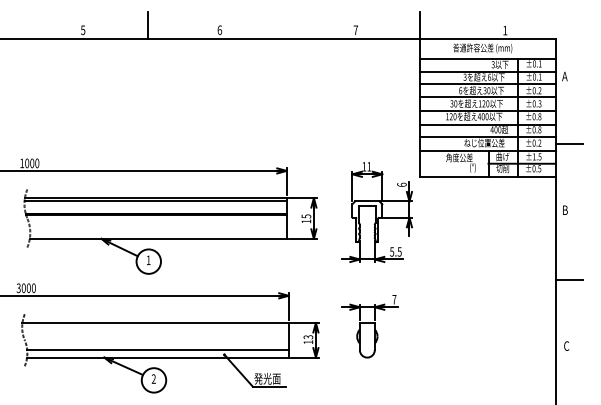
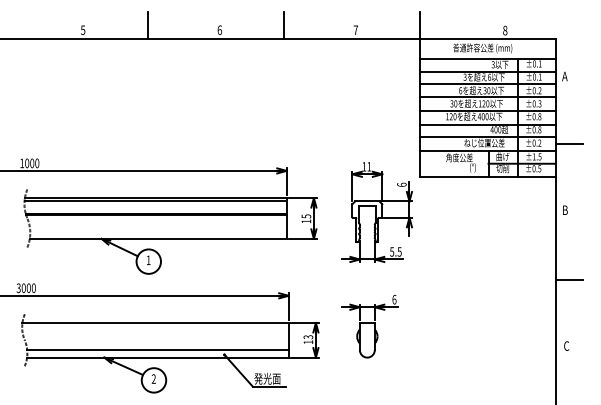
line at (284, 25): none -> present
text at (505, 30): 1 -> 8
text at (394, 299): 7 -> 6
